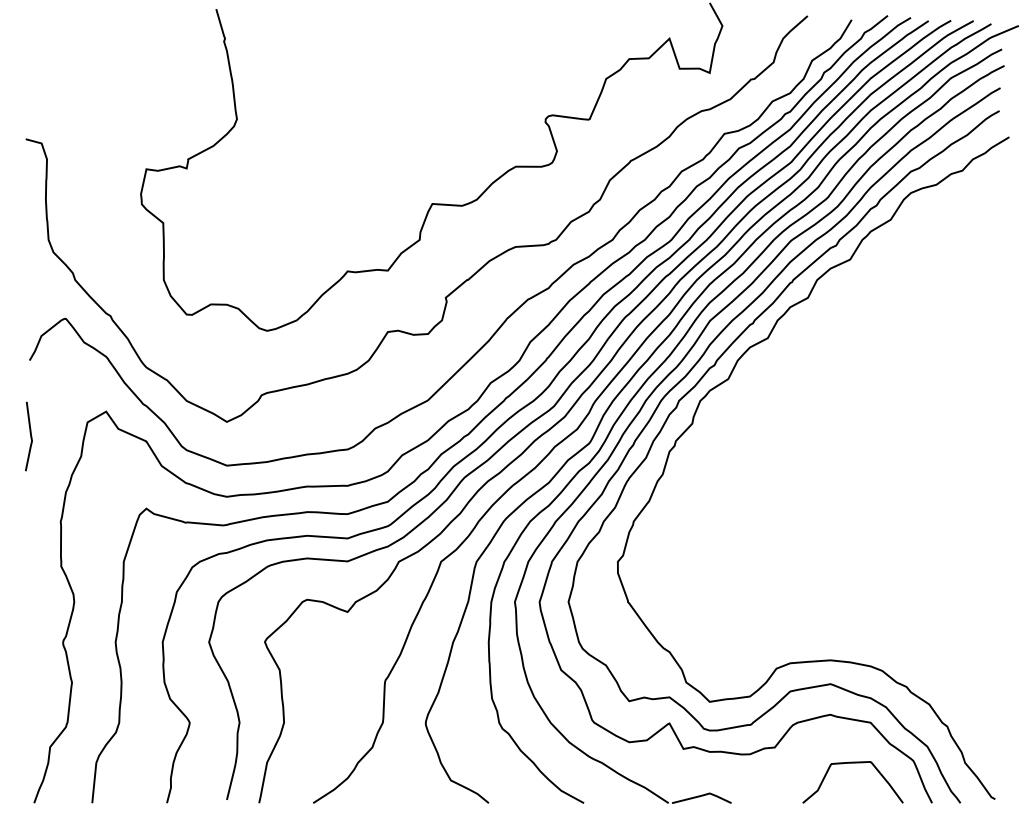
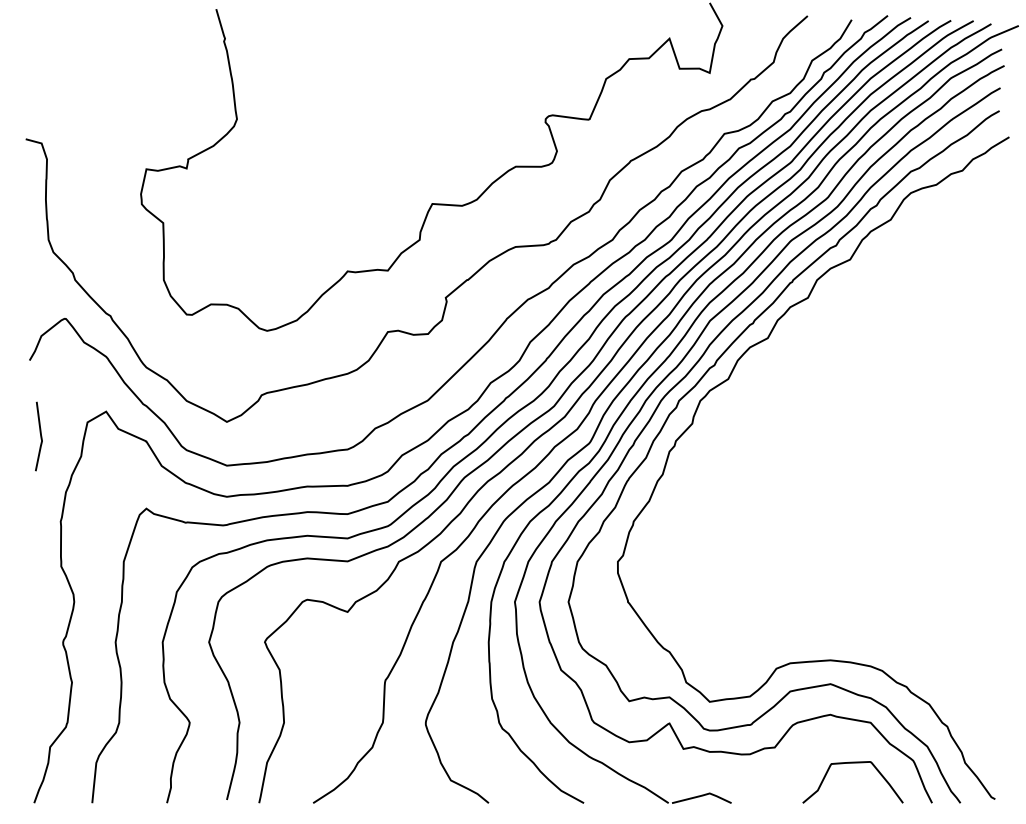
line at (30, 436) position: (30, 436) -> (40, 436)
